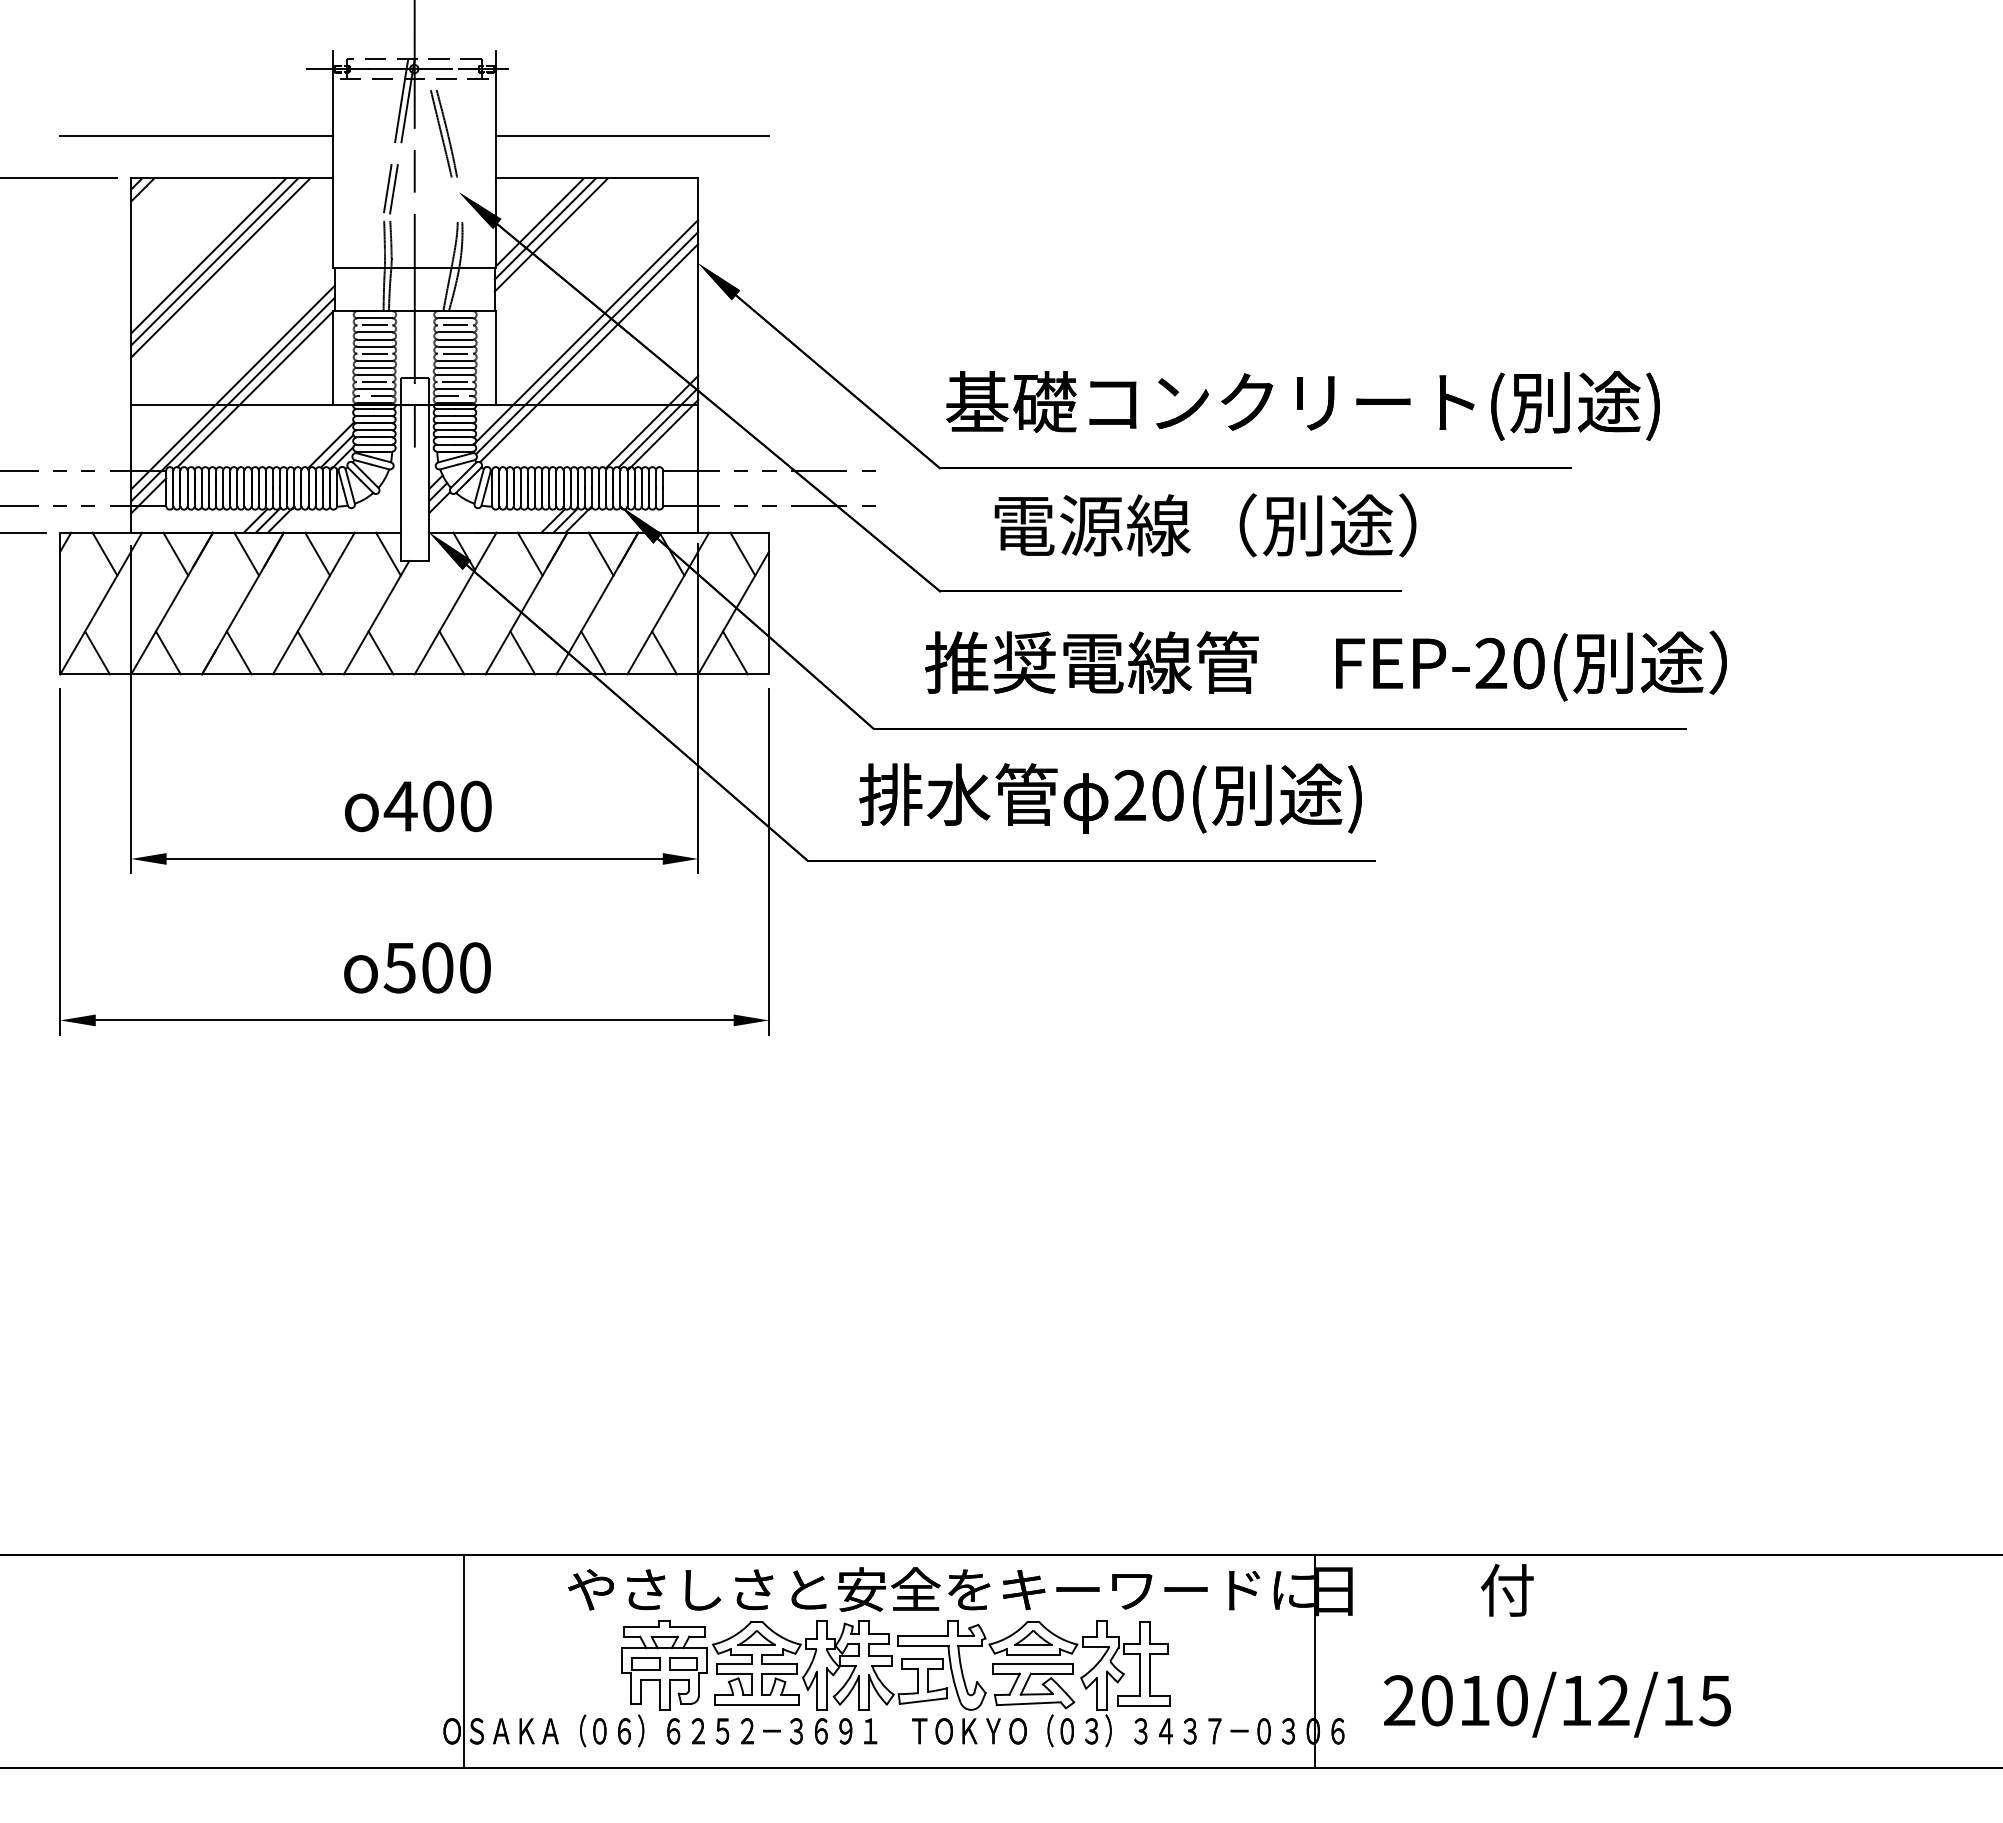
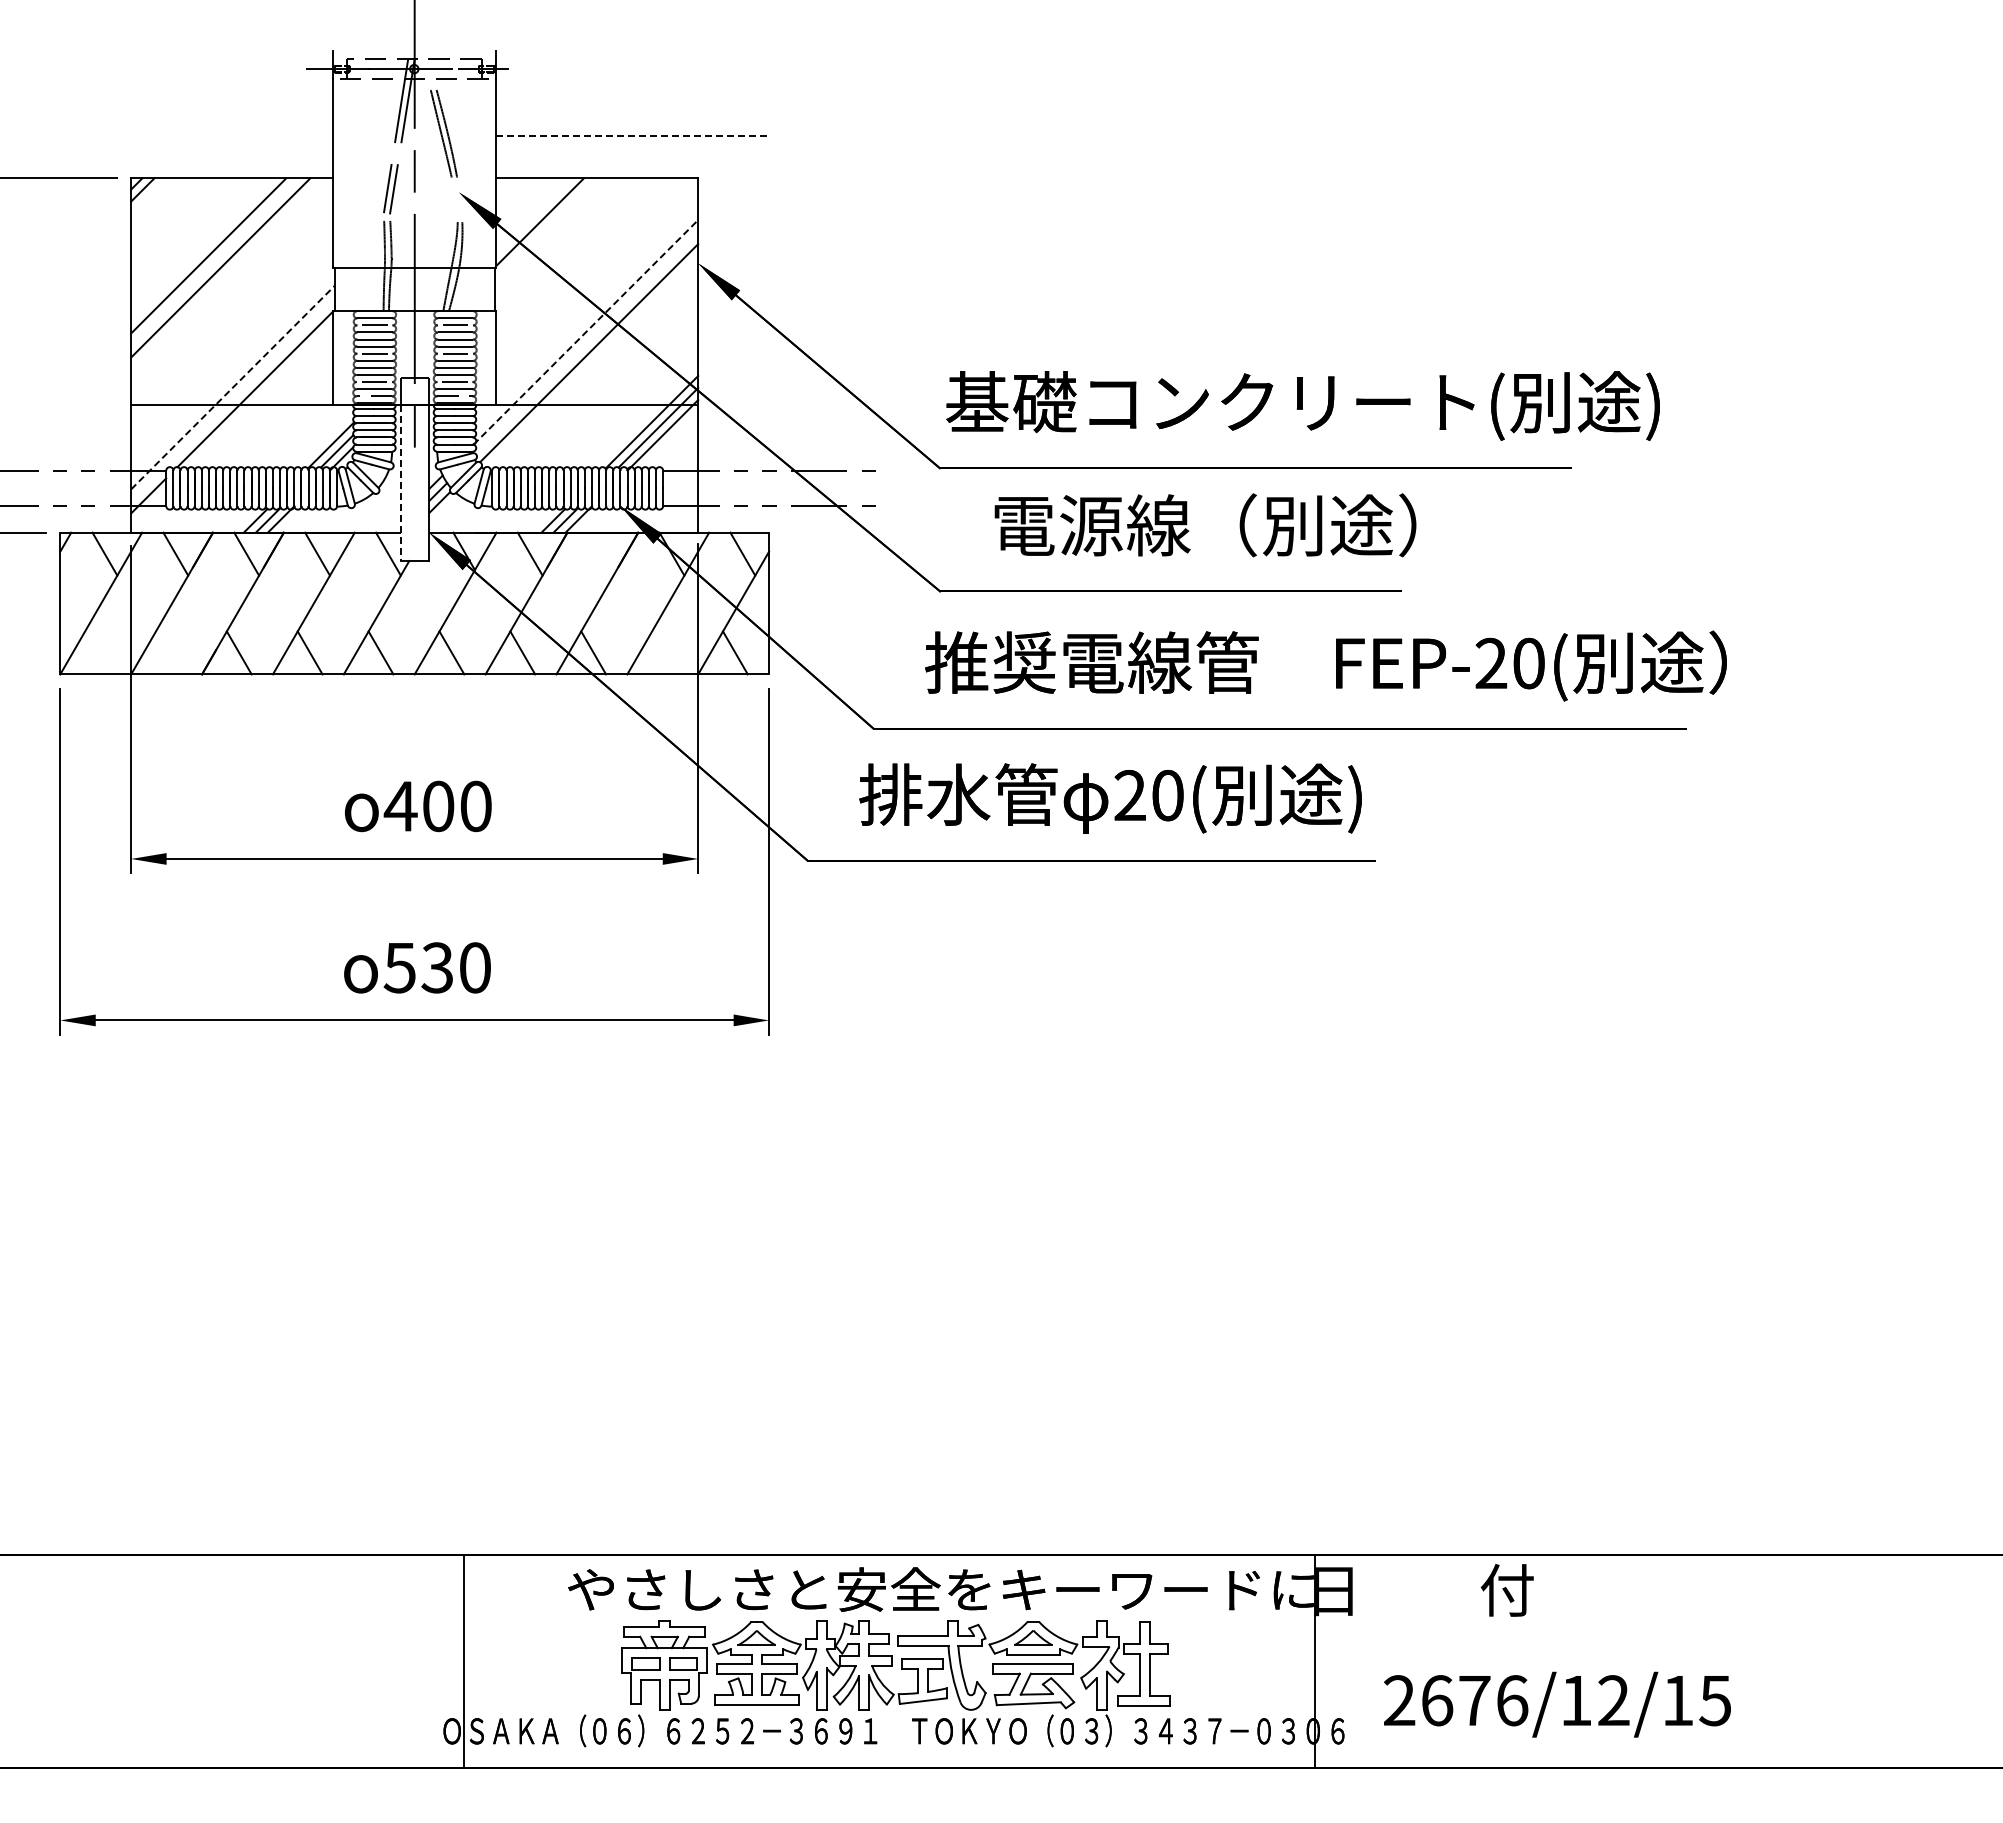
line at (196, 135): present -> none
line at (633, 135): solid -> dashed
line at (545, 228): present -> none
line at (551, 234): present -> none
line at (214, 261): present -> none
line at (585, 332): solid -> dashed
line at (587, 343): present -> none
line at (232, 387): solid -> dashed
line at (232, 399): present -> none
line at (401, 483): solid -> dashed
line at (600, 553): present -> none
line at (97, 652): present -> none
line at (168, 652): present -> none
line at (664, 652): present -> none
text at (437, 967): 500 -> 530
text at (1475, 1700): 2010/12/15 -> 2676/12/15
